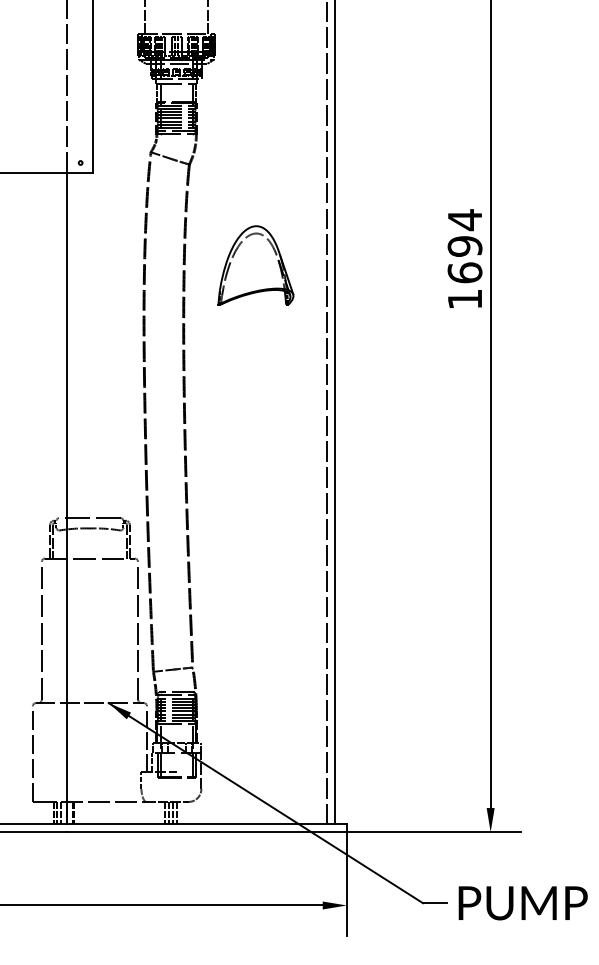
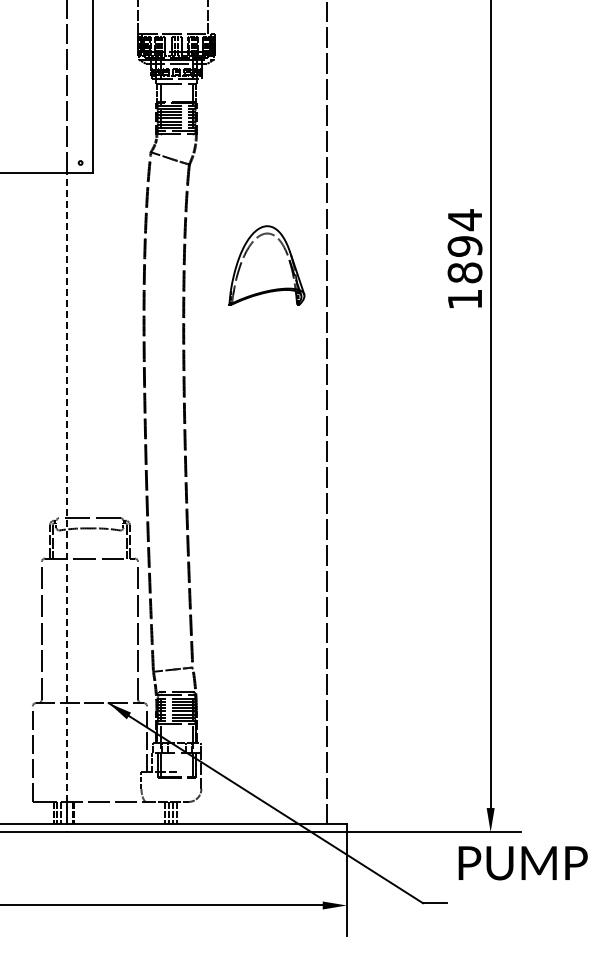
line at (145, 18) position: (145, 18) -> (138, 18)
part at (255, 265) position: (255, 265) -> (266, 265)
text at (464, 272): 1694 -> 1894
line at (334, 413): present -> none
line at (67, 498): solid -> dashed
text at (522, 903) position: (522, 903) -> (522, 863)
